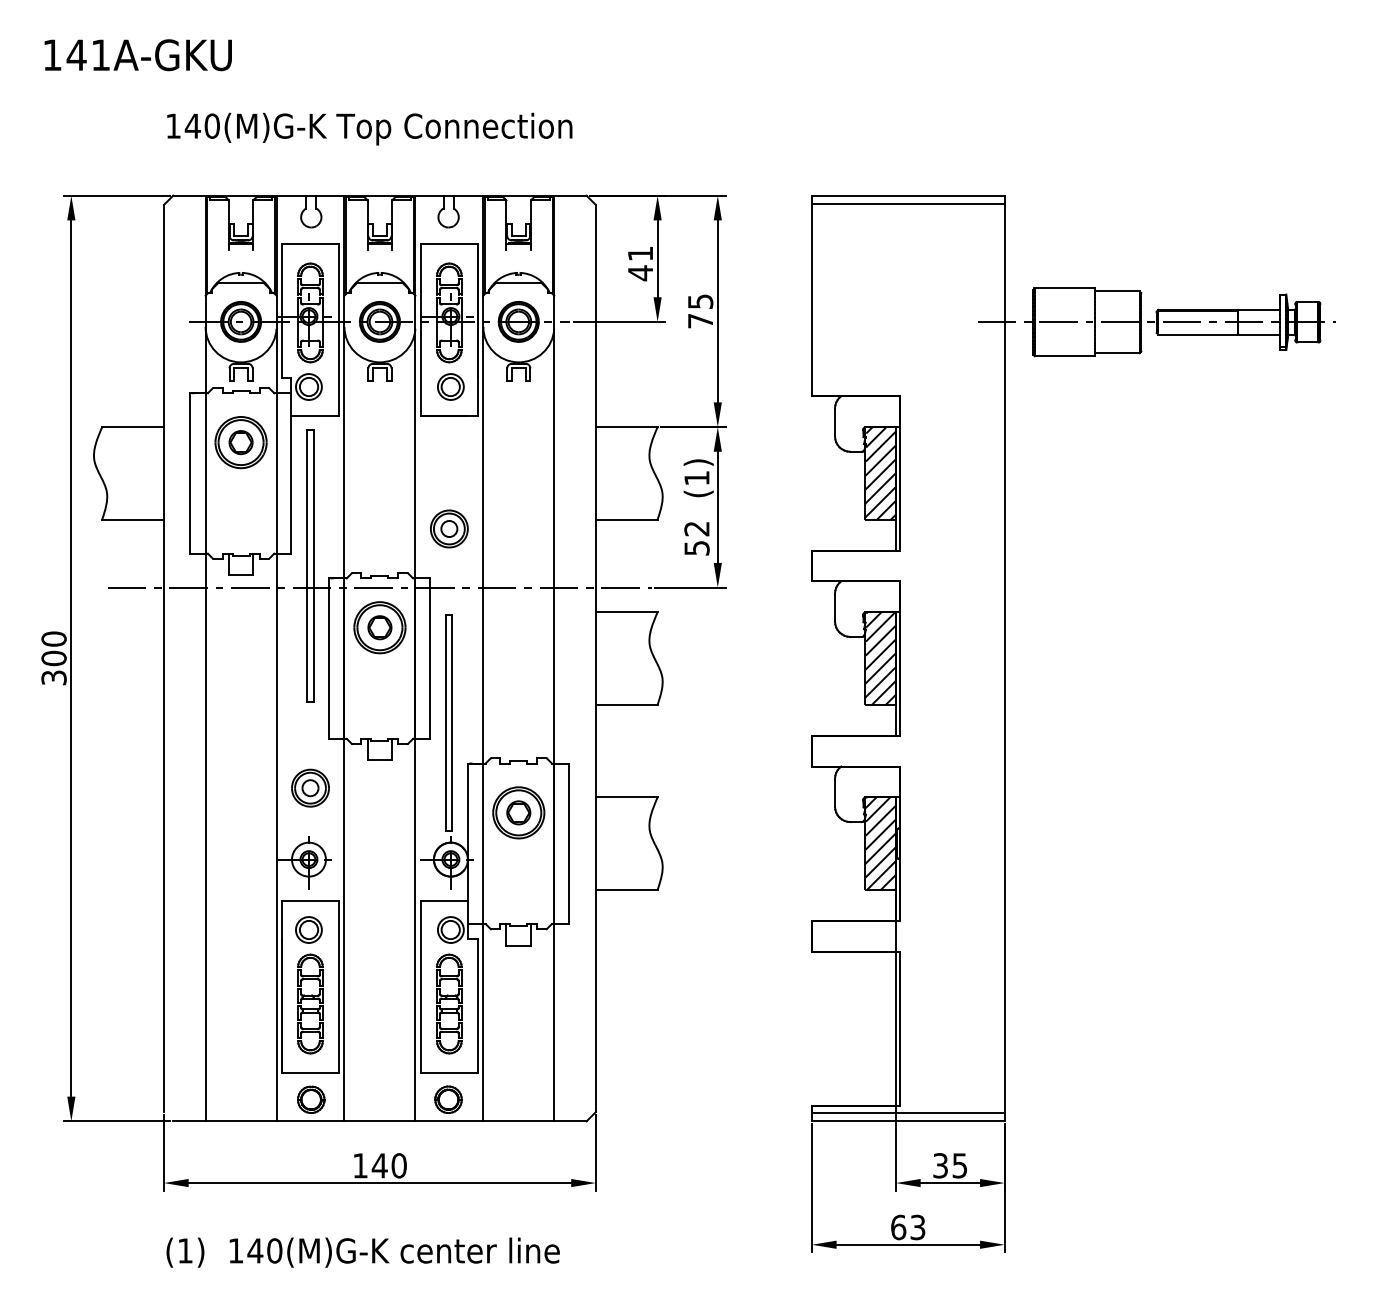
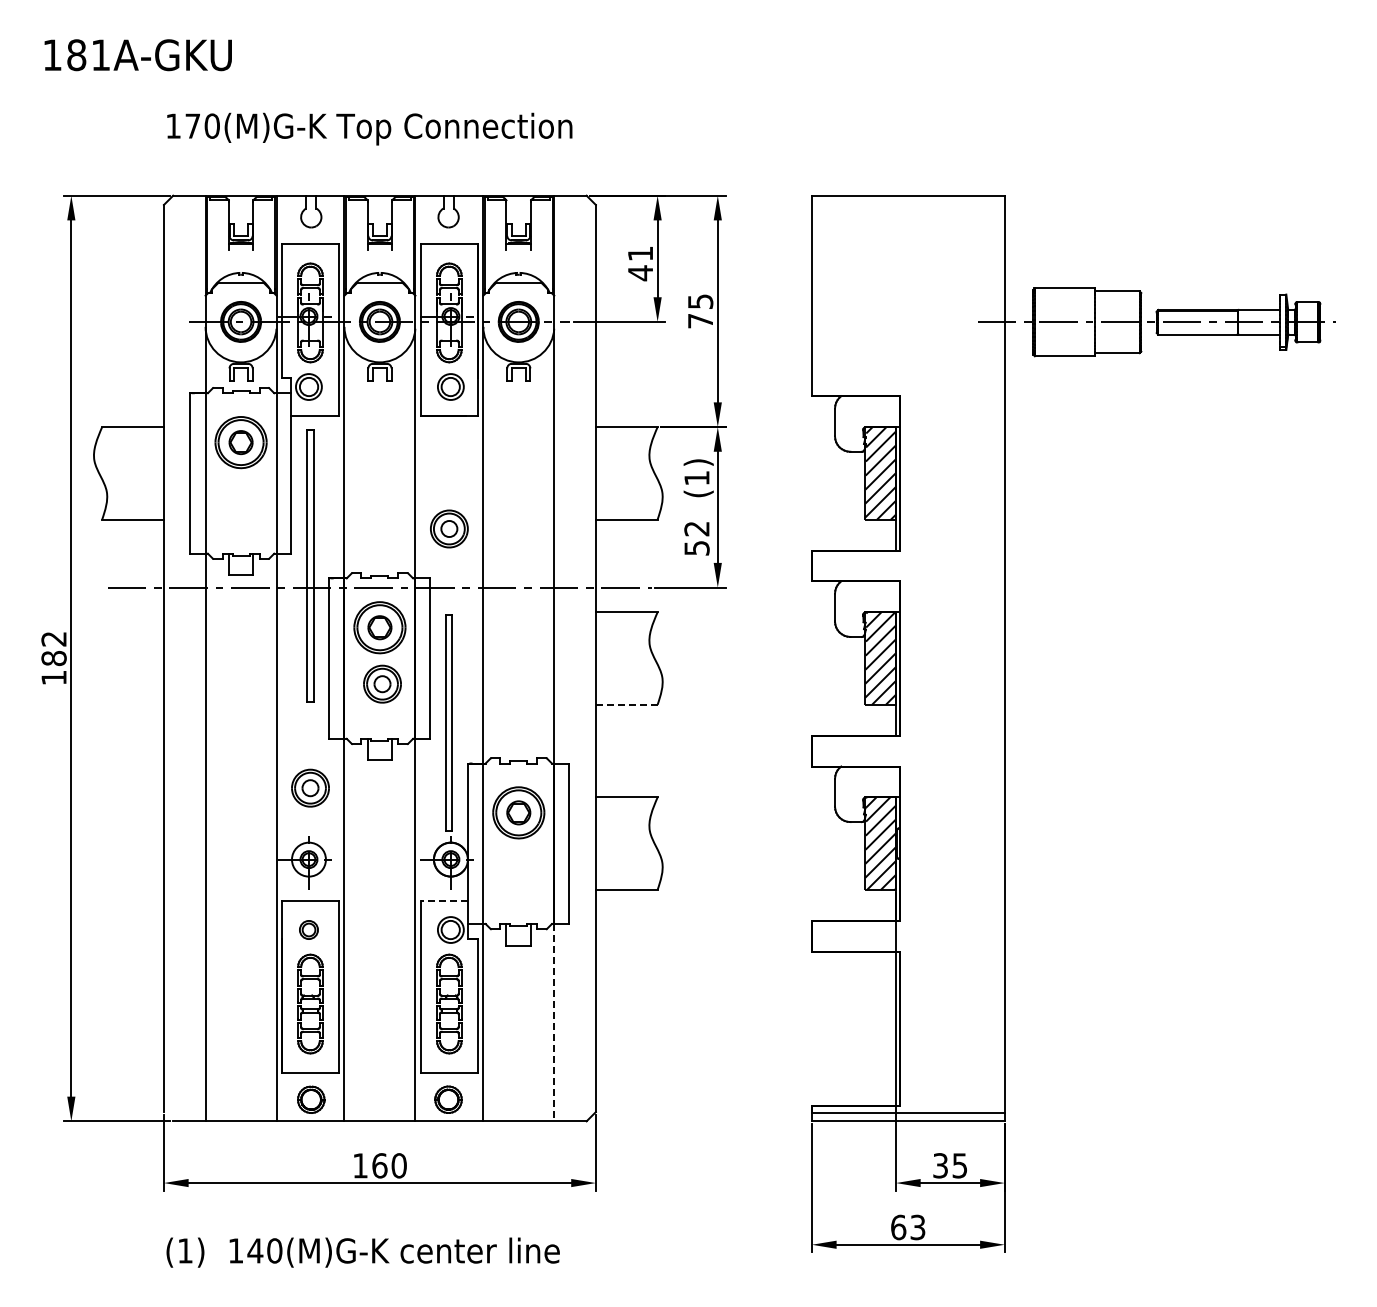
text at (76, 55): 141A-GKU -> 181A-GKU
text at (192, 125): 140(M)G-K -> 170(M)G-K
line at (907, 204): present -> none
text at (53, 658): 300 -> 182
part at (382, 683): none -> present
line at (626, 704): solid -> dashed
line at (443, 901): solid -> dashed
part at (308, 929) size: 28x28 px -> 20x20 px
line at (554, 1022): solid -> dashed
text at (379, 1165): 140 -> 160
